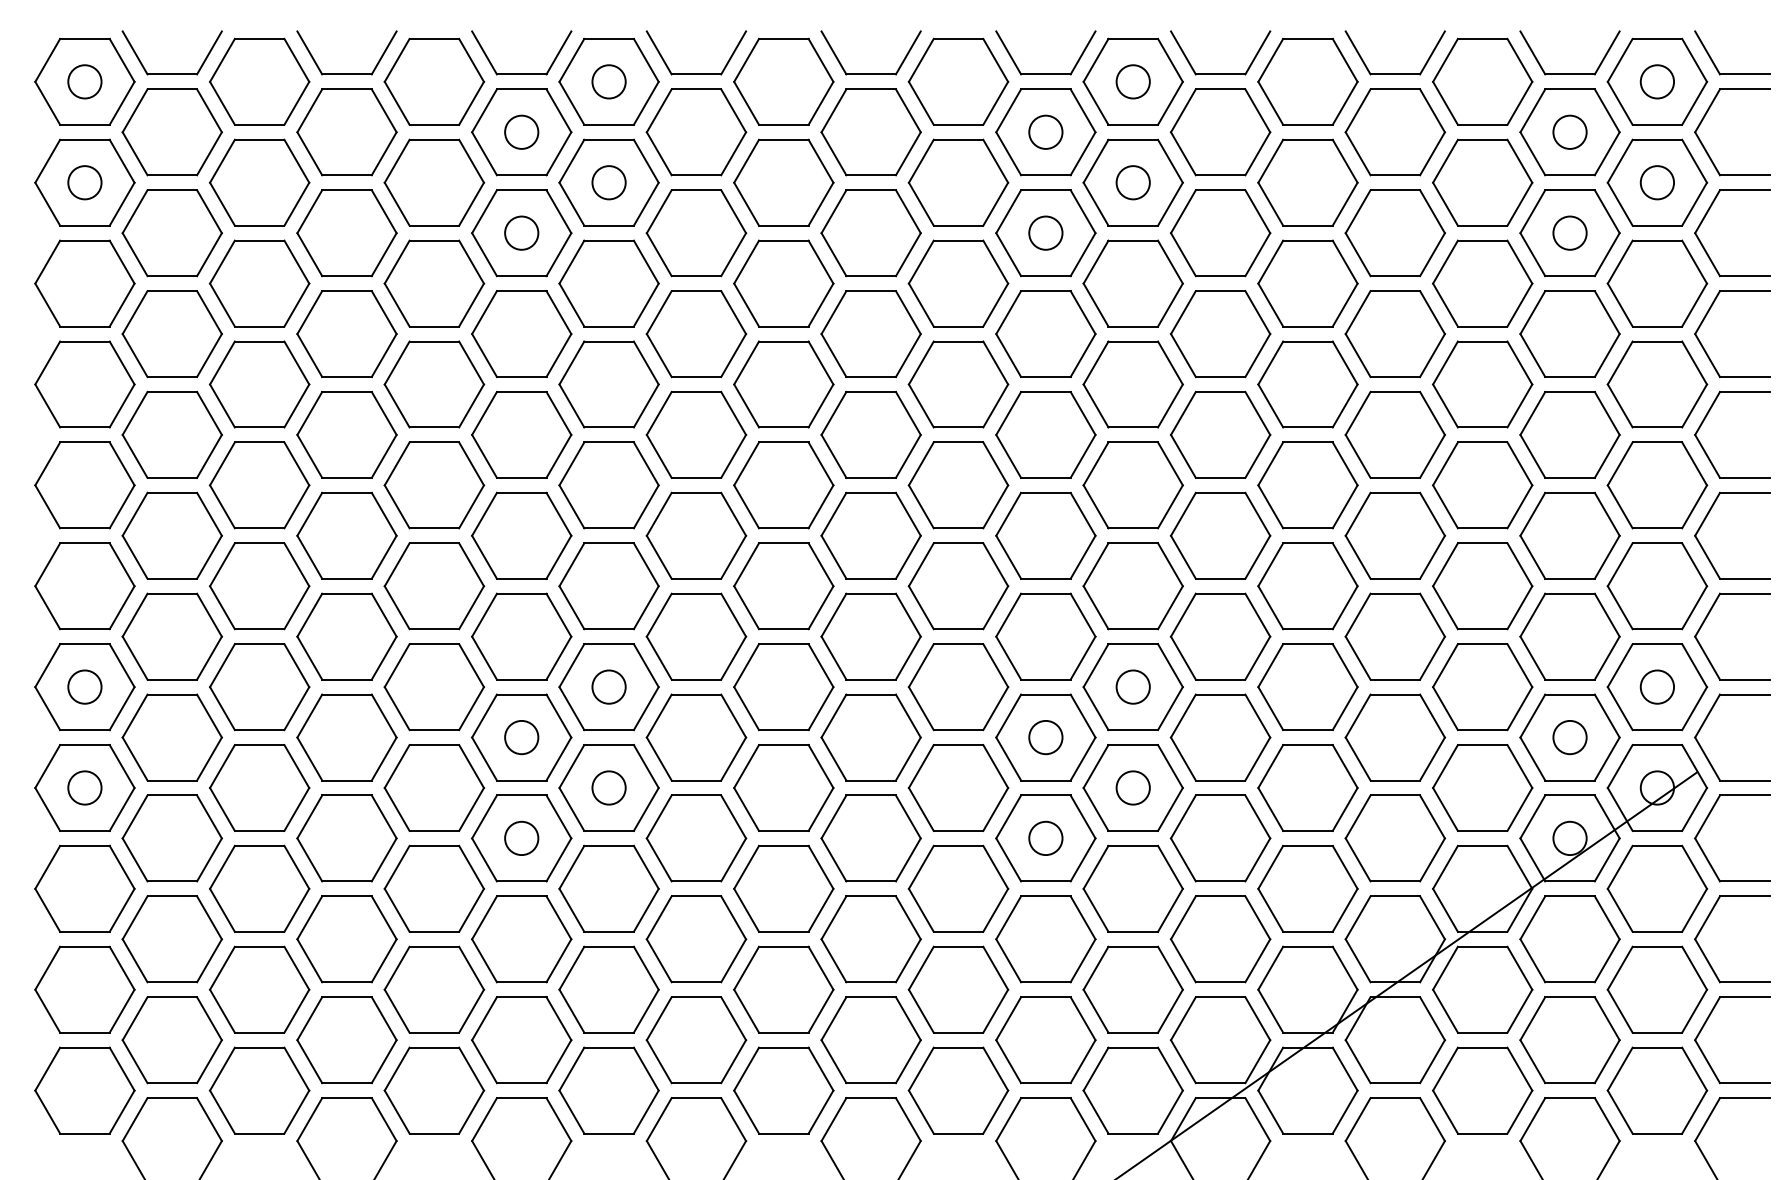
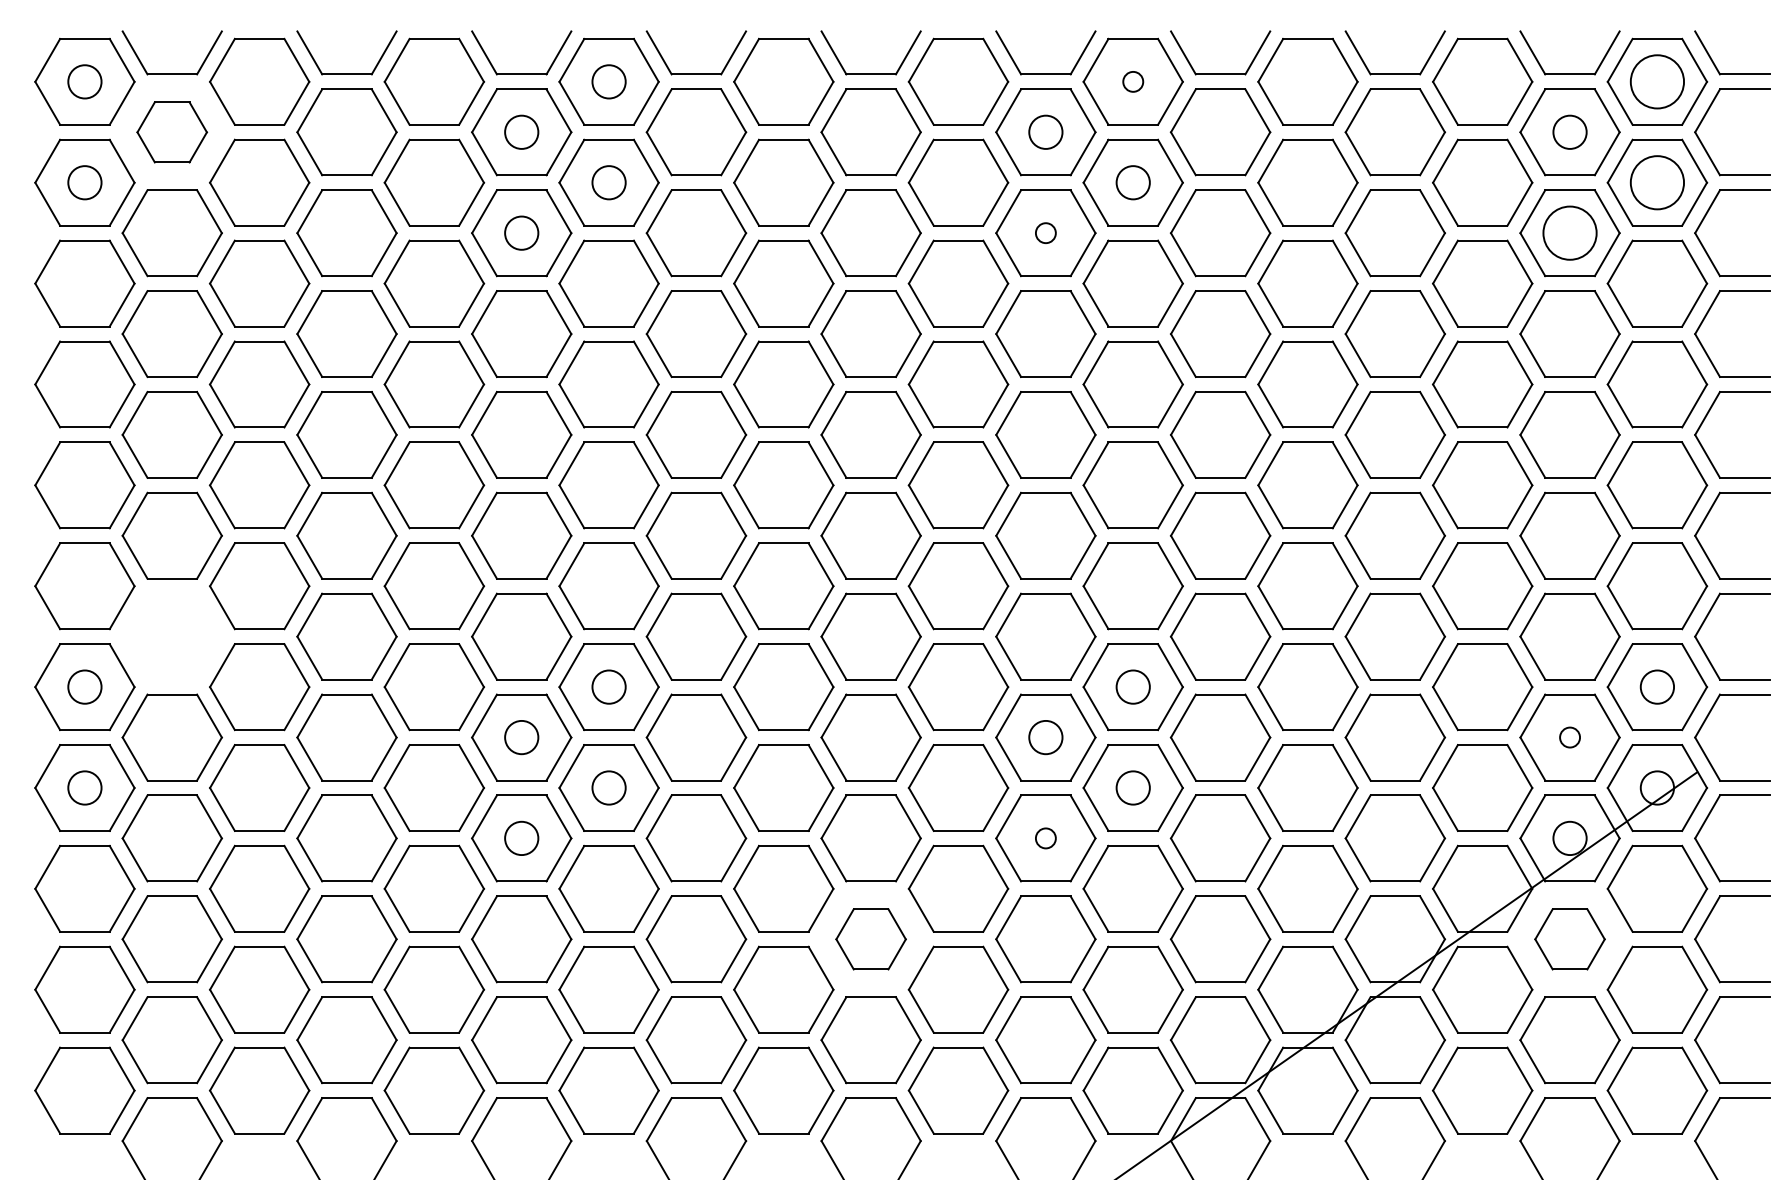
circle at (1132, 81) diameter: 33 px -> 20 px
circle at (1657, 81) diameter: 33 px -> 53 px
part at (171, 132) size: 102x89 px -> 73x63 px
circle at (1657, 182) diameter: 33 px -> 53 px
circle at (1045, 232) diameter: 33 px -> 20 px
circle at (1569, 232) diameter: 33 px -> 53 px
part at (171, 636): present -> none
circle at (1569, 737) diameter: 33 px -> 20 px
circle at (1045, 838) diameter: 33 px -> 20 px
part at (870, 939) size: 102x89 px -> 72x63 px
part at (1569, 939) size: 102x89 px -> 72x63 px
